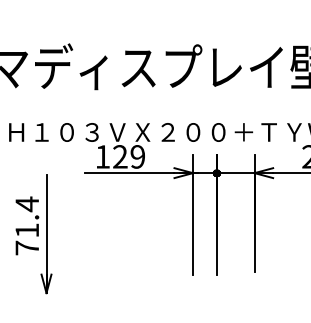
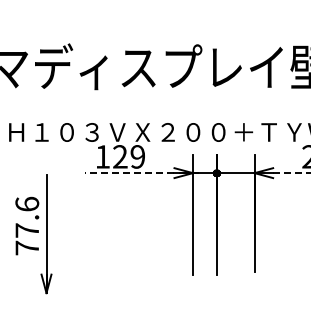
line at (129, 173): solid -> dashed
line at (292, 173): solid -> dashed
text at (27, 216): 71.4 -> 77.6
